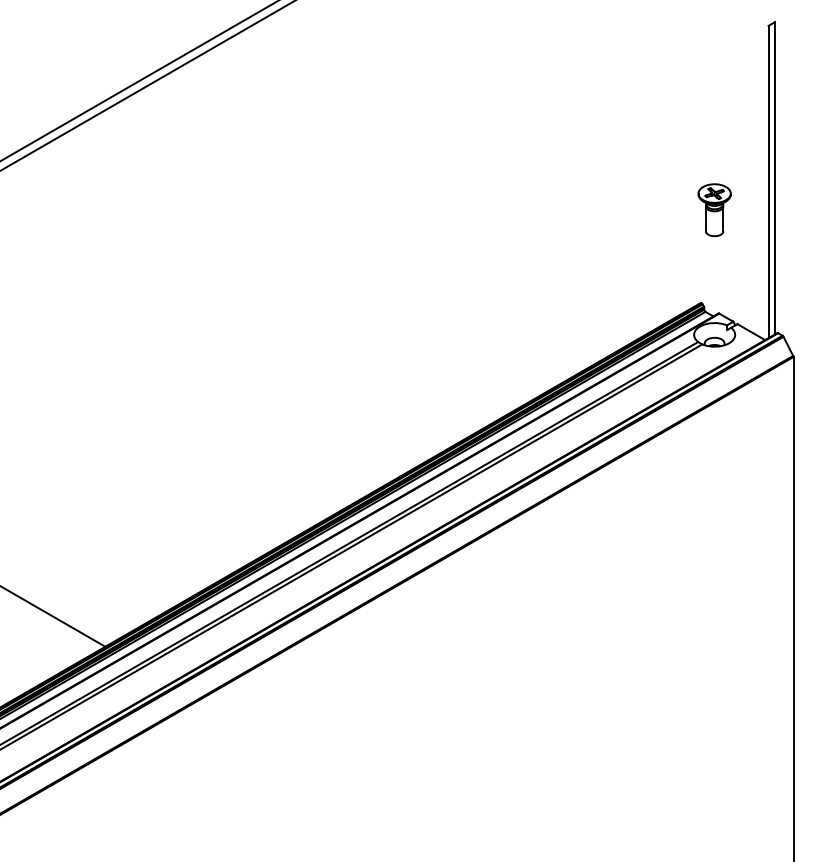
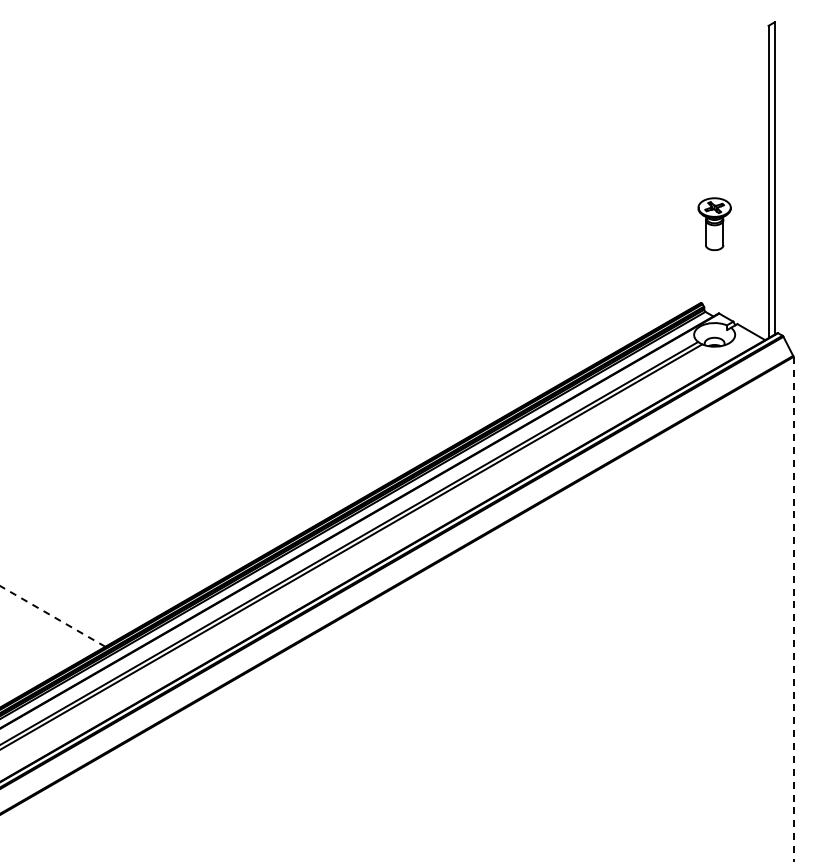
line at (139, 81): present -> none
line at (147, 85): present -> none
part at (714, 209) position: (714, 209) -> (714, 223)
line at (793, 609): solid -> dashed
line at (52, 616): solid -> dashed
